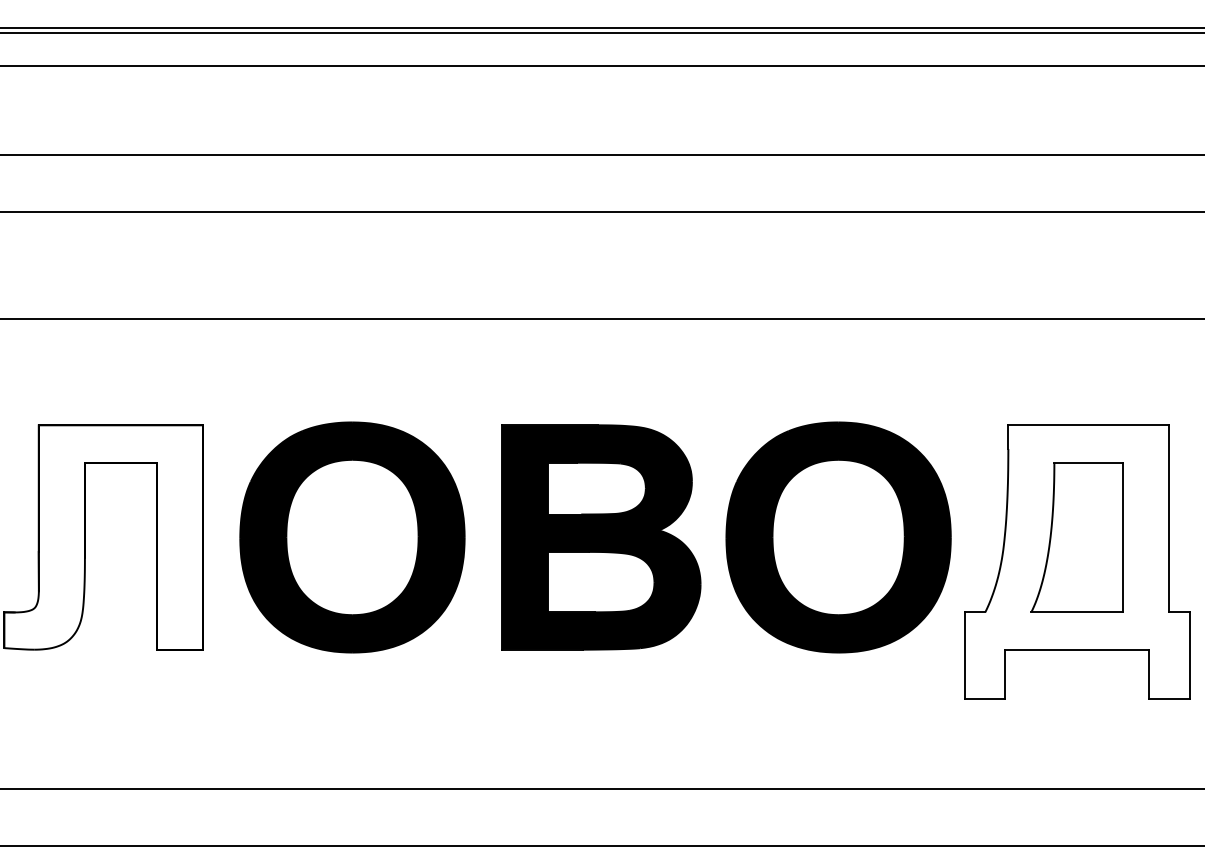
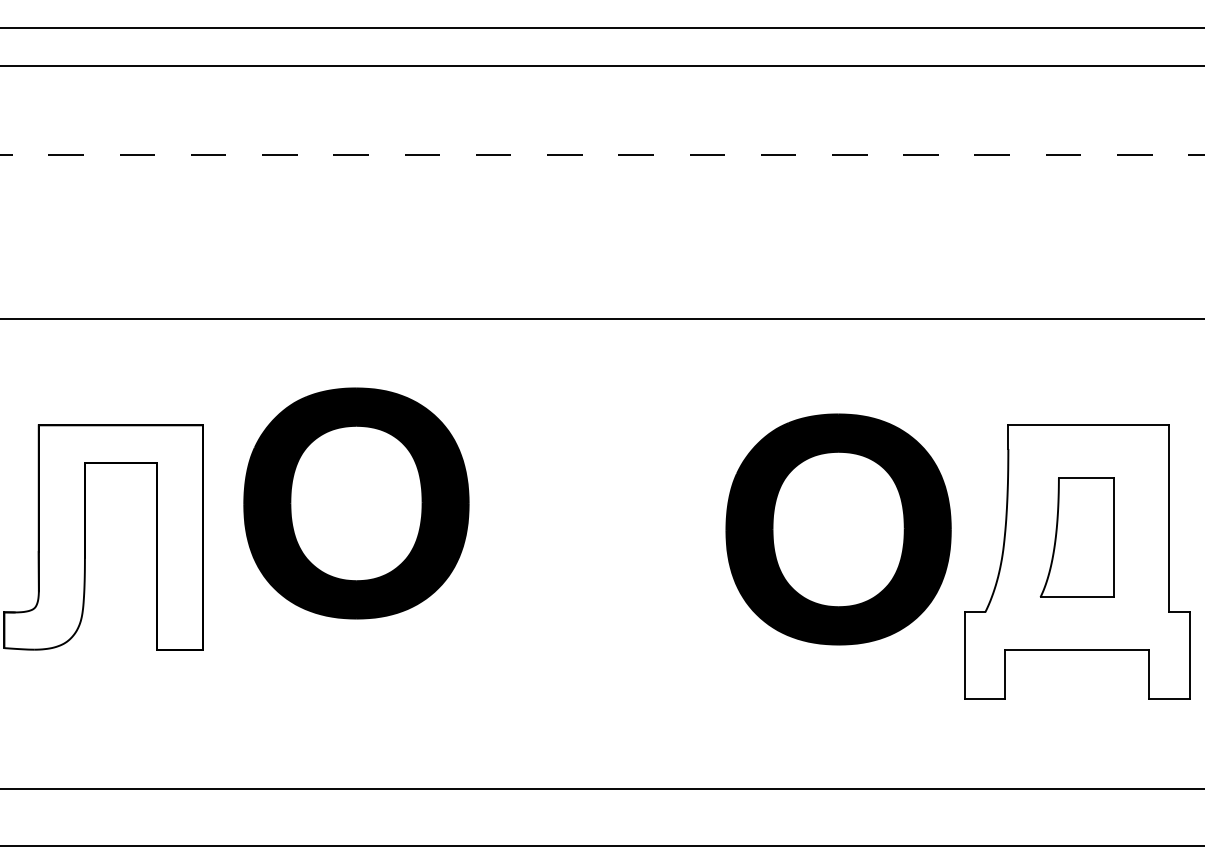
line at (601, 33): present -> none
line at (602, 155): solid -> dashed
line at (601, 211): present -> none
part at (352, 537) position: (352, 537) -> (356, 503)
part at (601, 537): present -> none
part at (838, 537) position: (838, 537) -> (838, 529)
part at (1076, 537) size: 94x151 px -> 76x121 px
